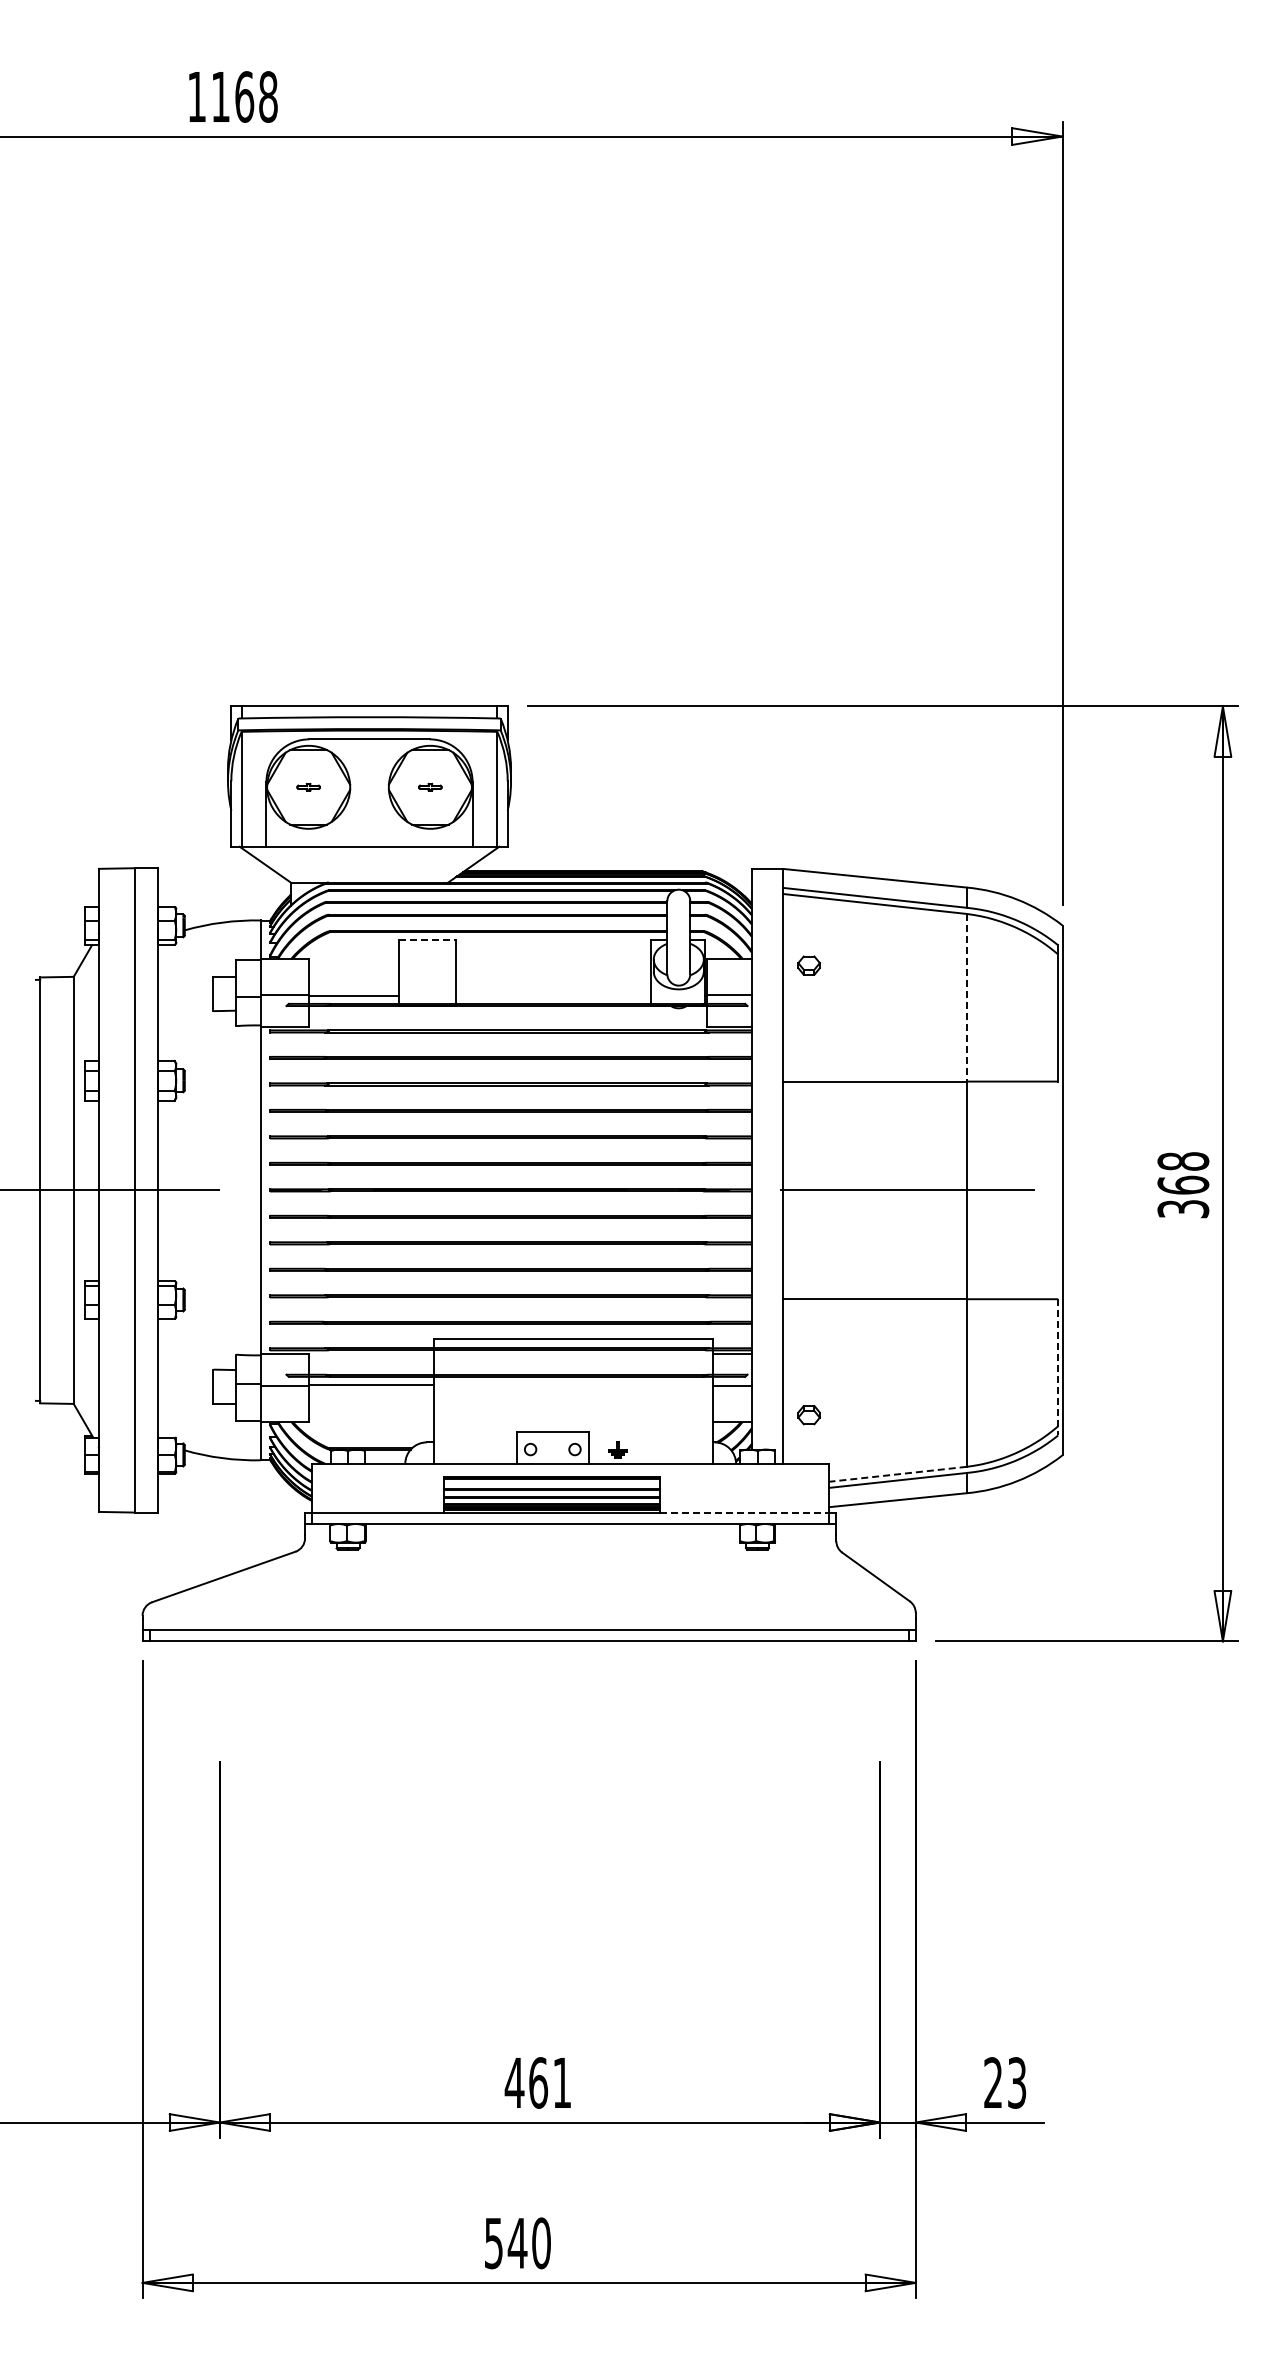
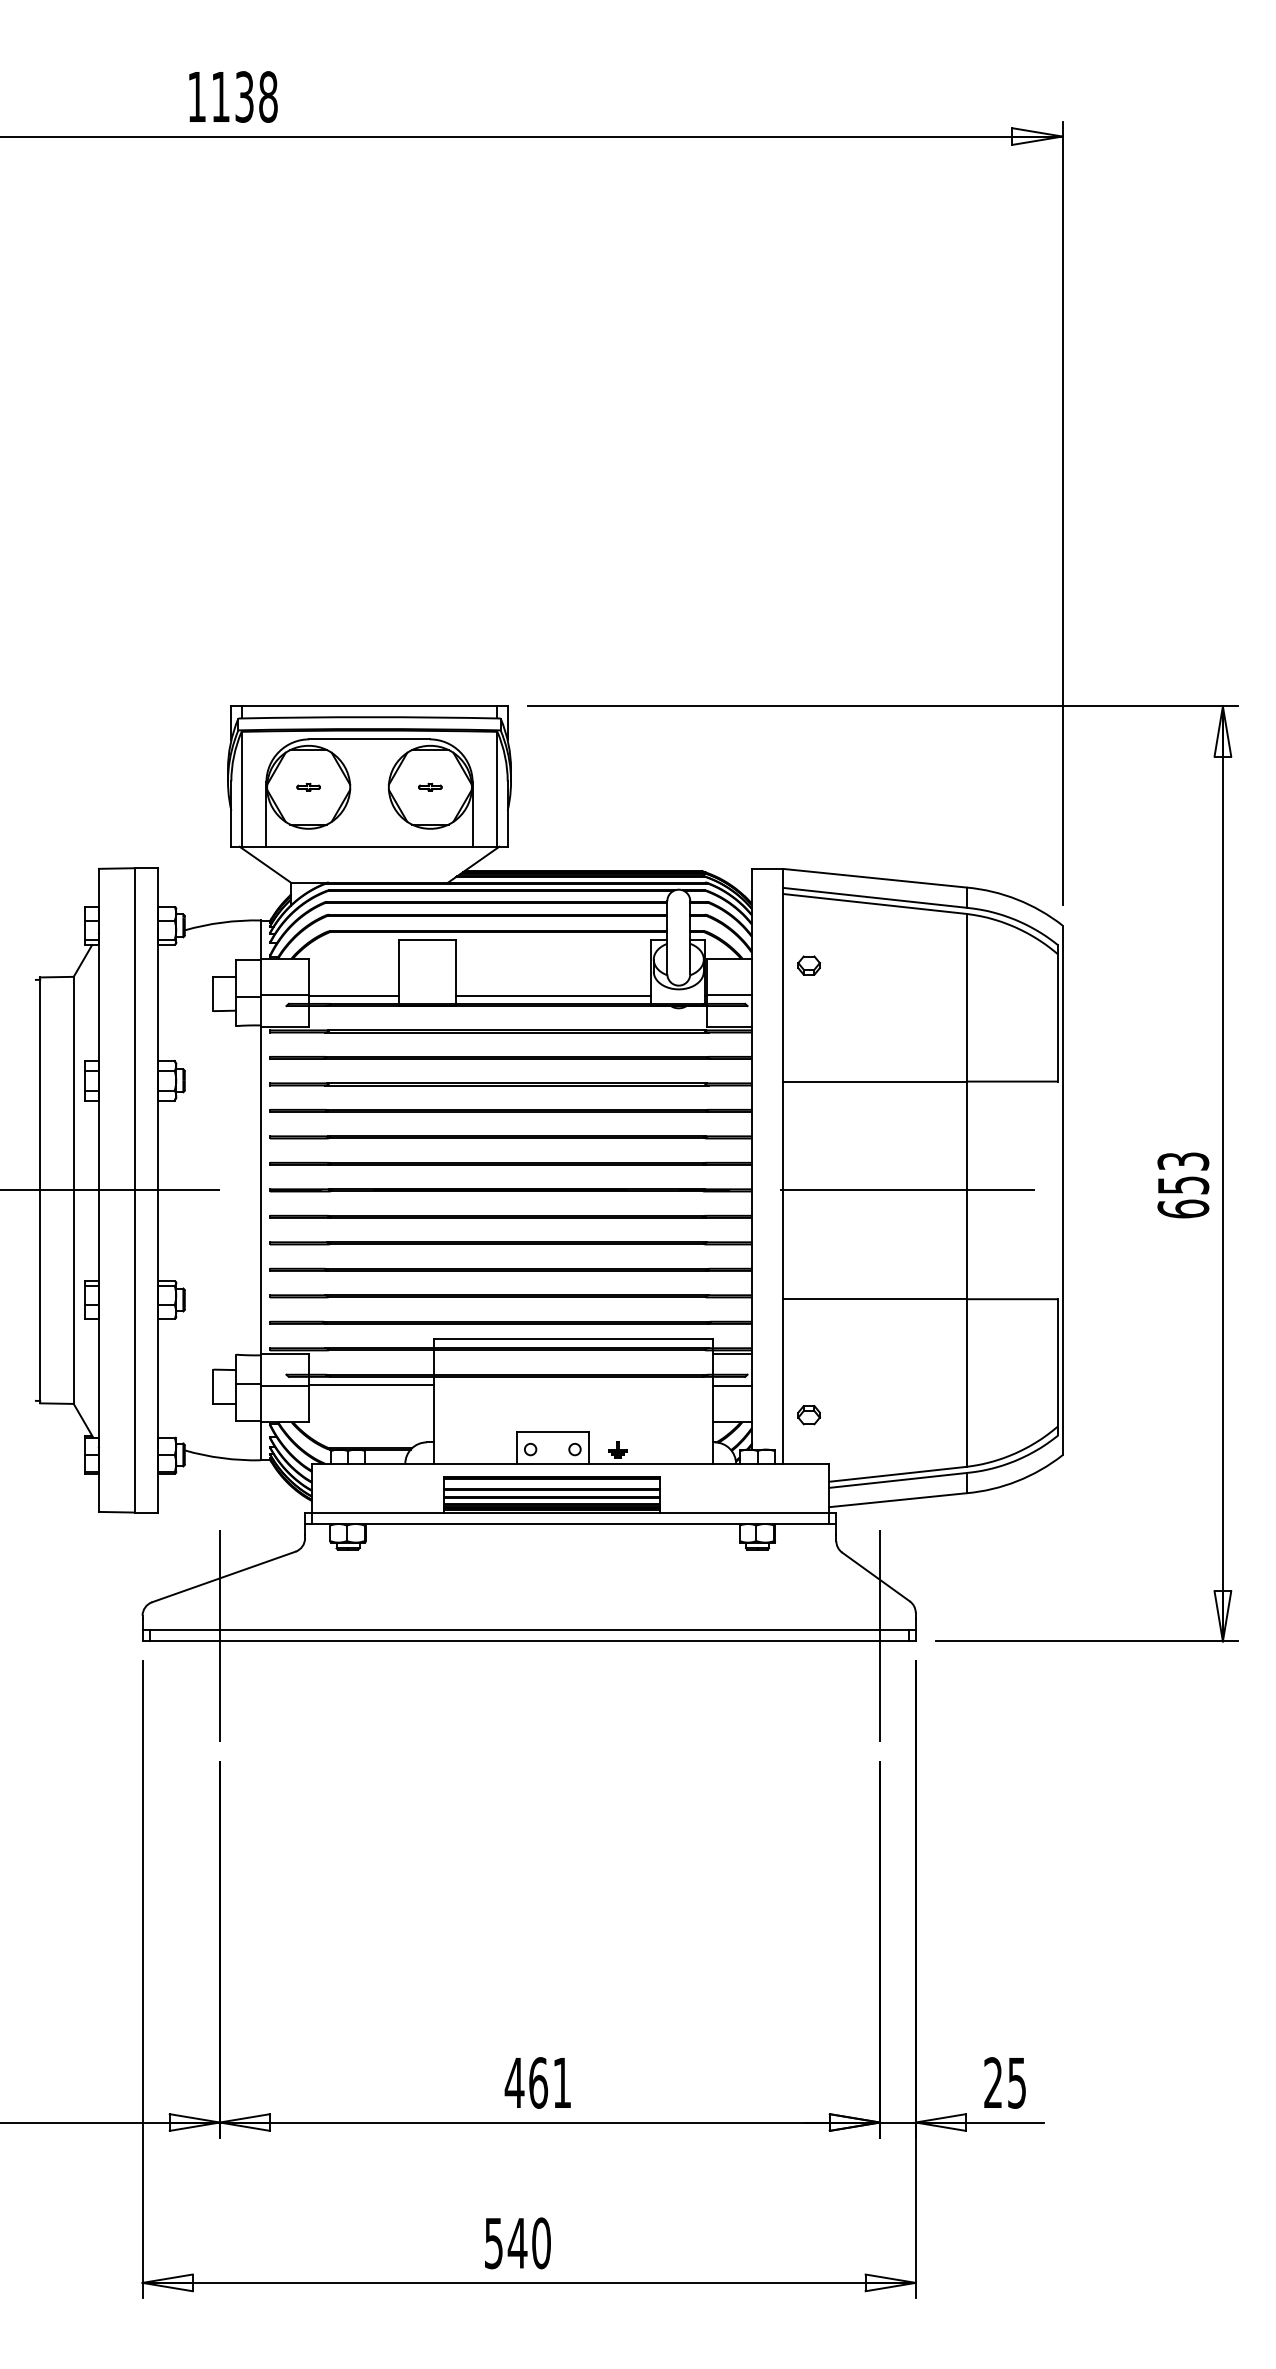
text at (244, 96): 1168 -> 1138
line at (427, 939): dashed -> solid
line at (553, 996): none -> present
line at (966, 997): dashed -> solid
text at (1183, 1185): 368 -> 653
line at (1058, 1367): dashed -> solid
line at (897, 1474): dashed -> solid
line at (745, 1512): dashed -> solid
line at (219, 1635): none -> present
line at (879, 1635): none -> present
text at (1017, 2082): 23 -> 25
